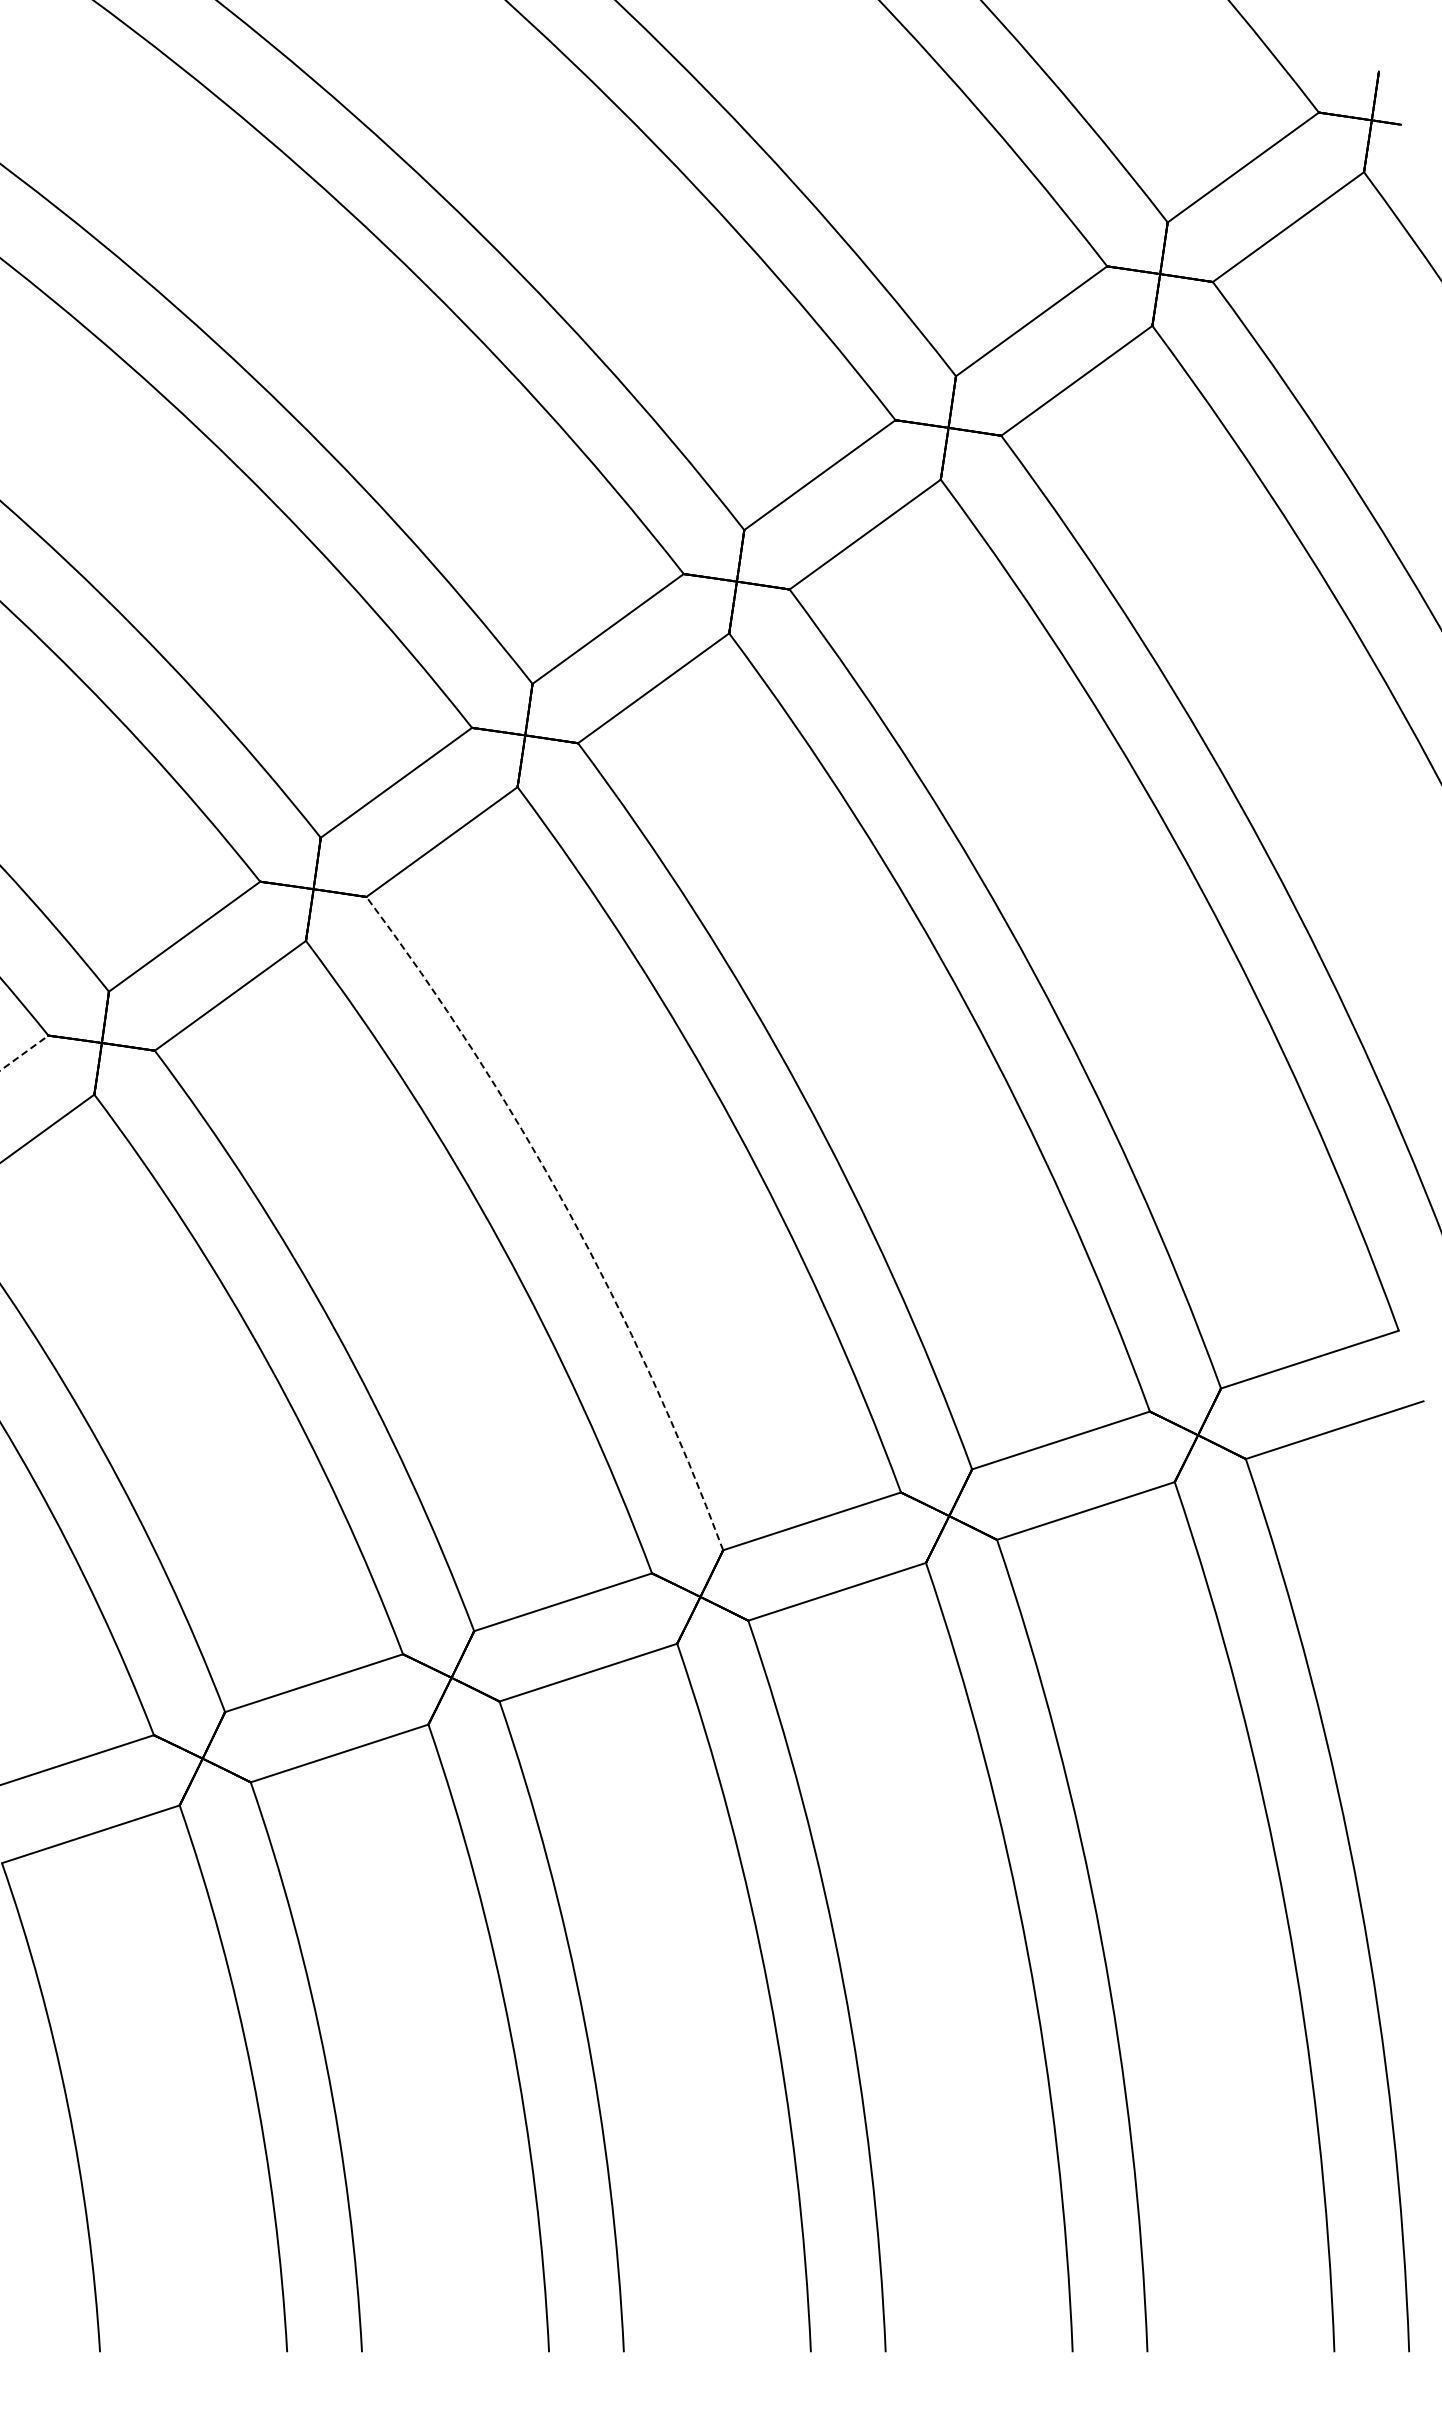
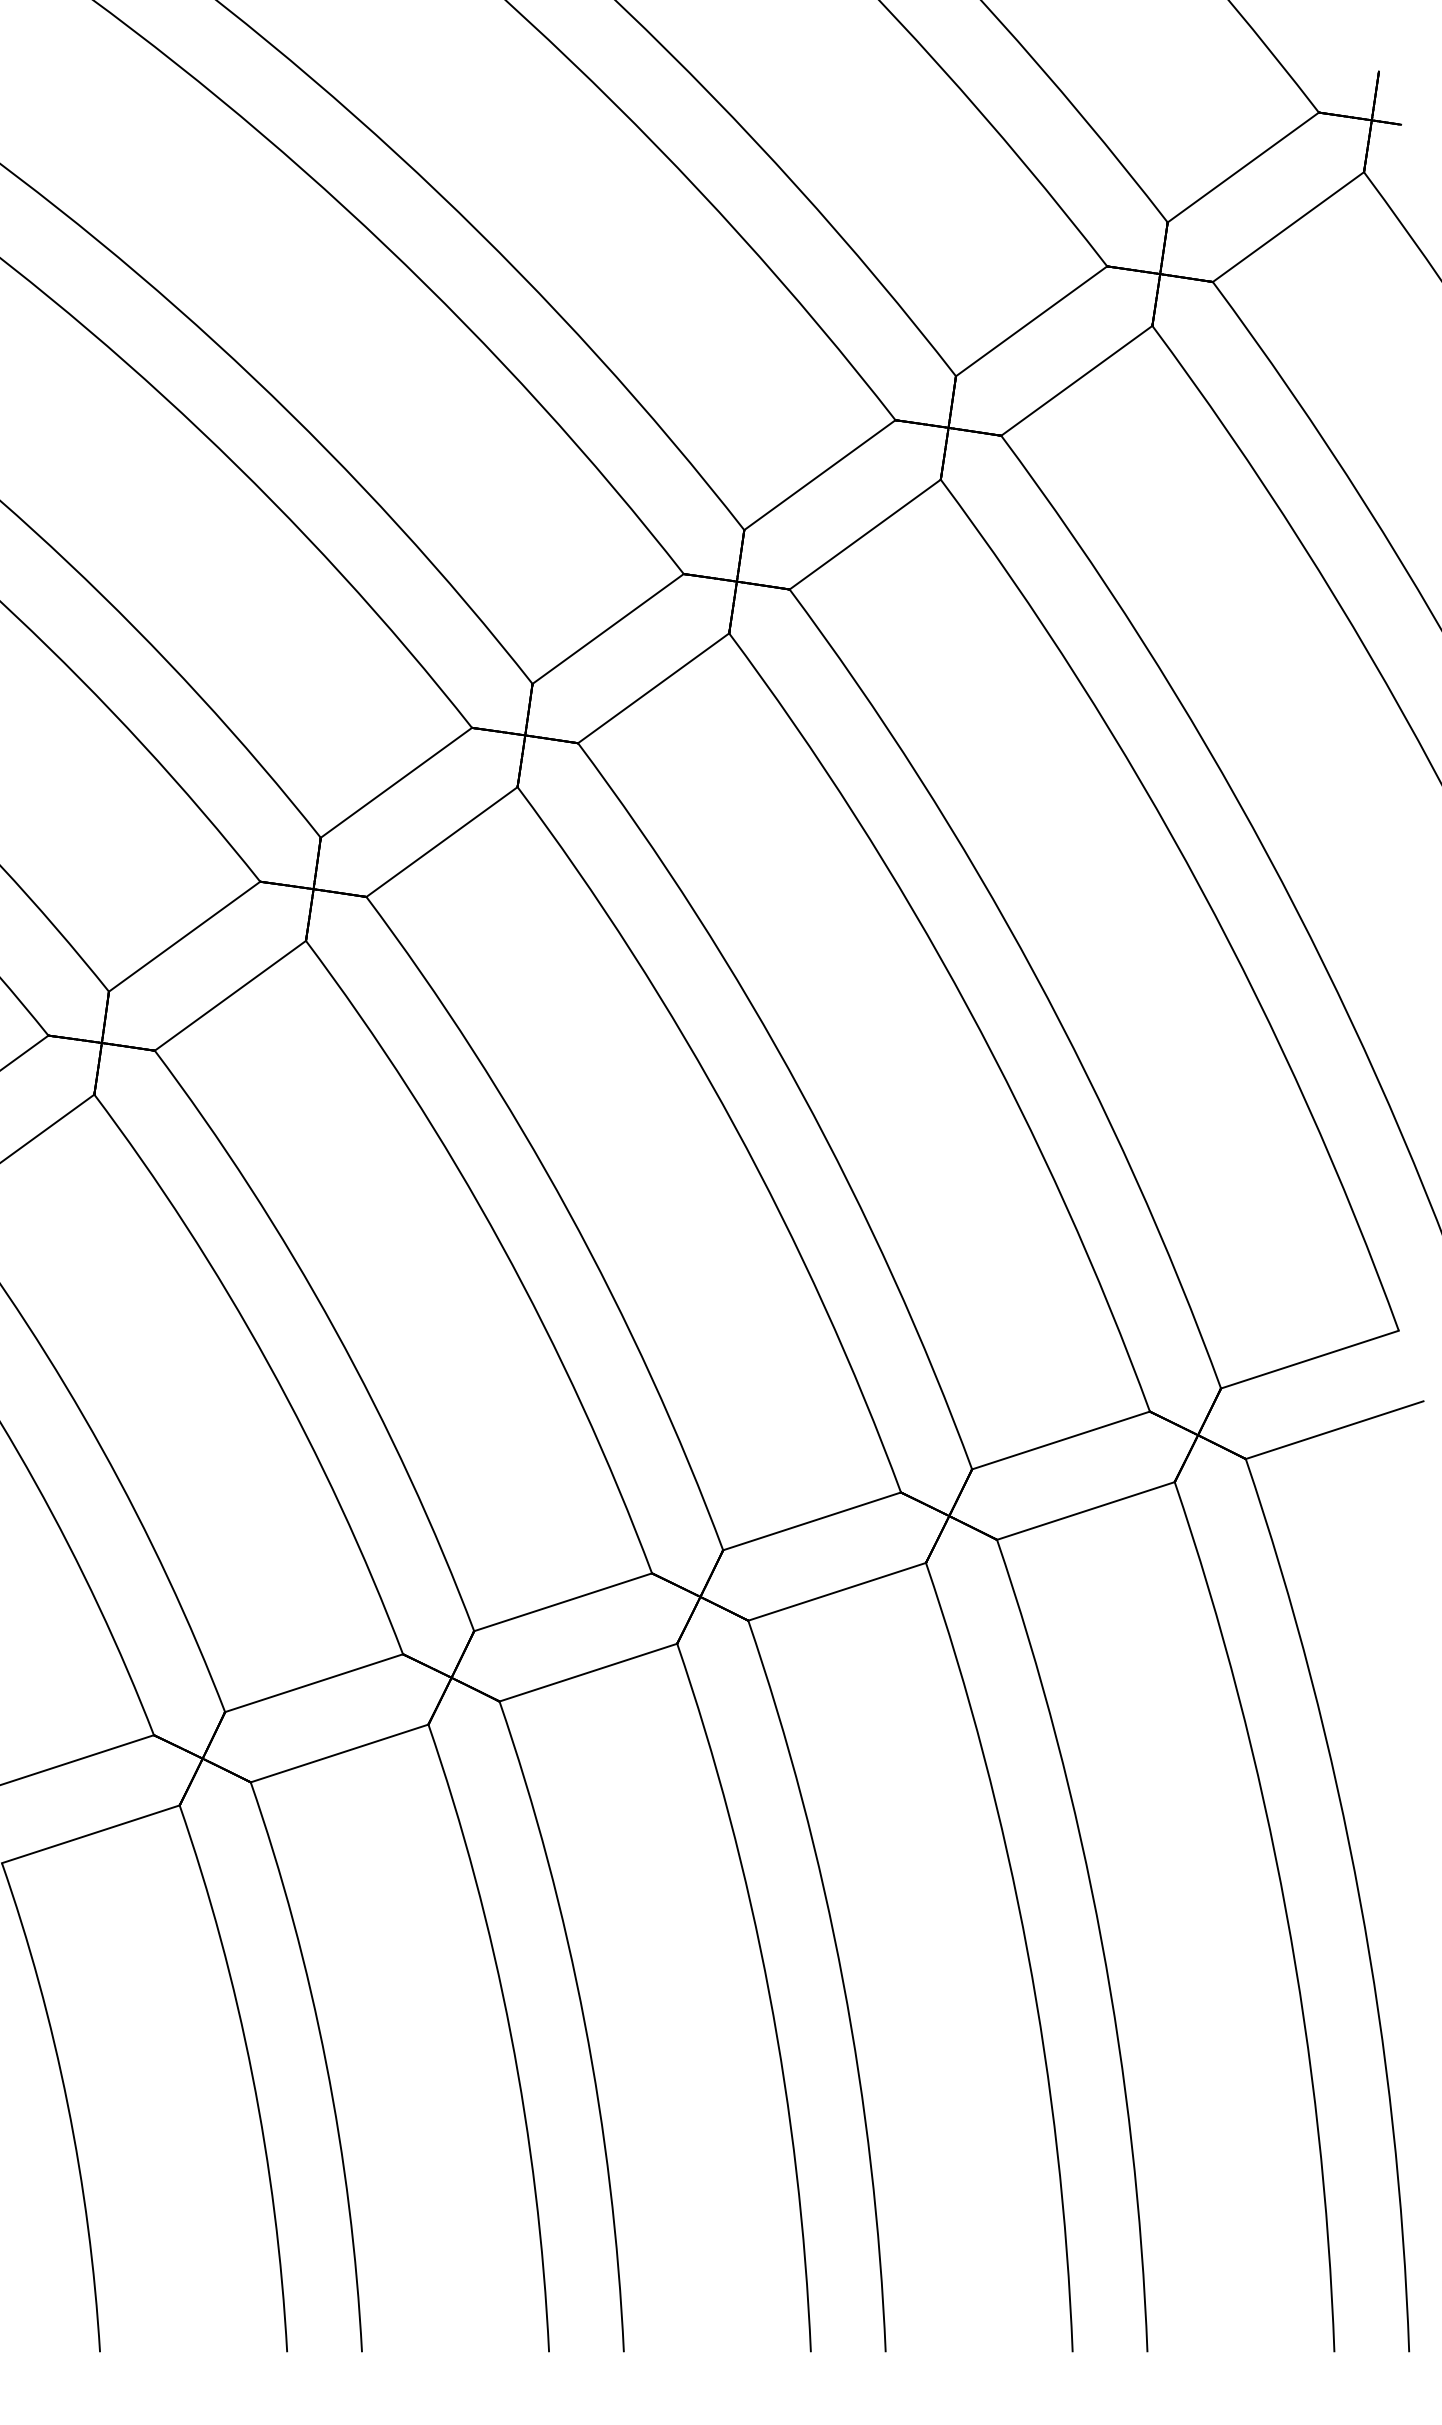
line at (24, 1053): dashed -> solid
arc at (568, 1210): dashed -> solid
